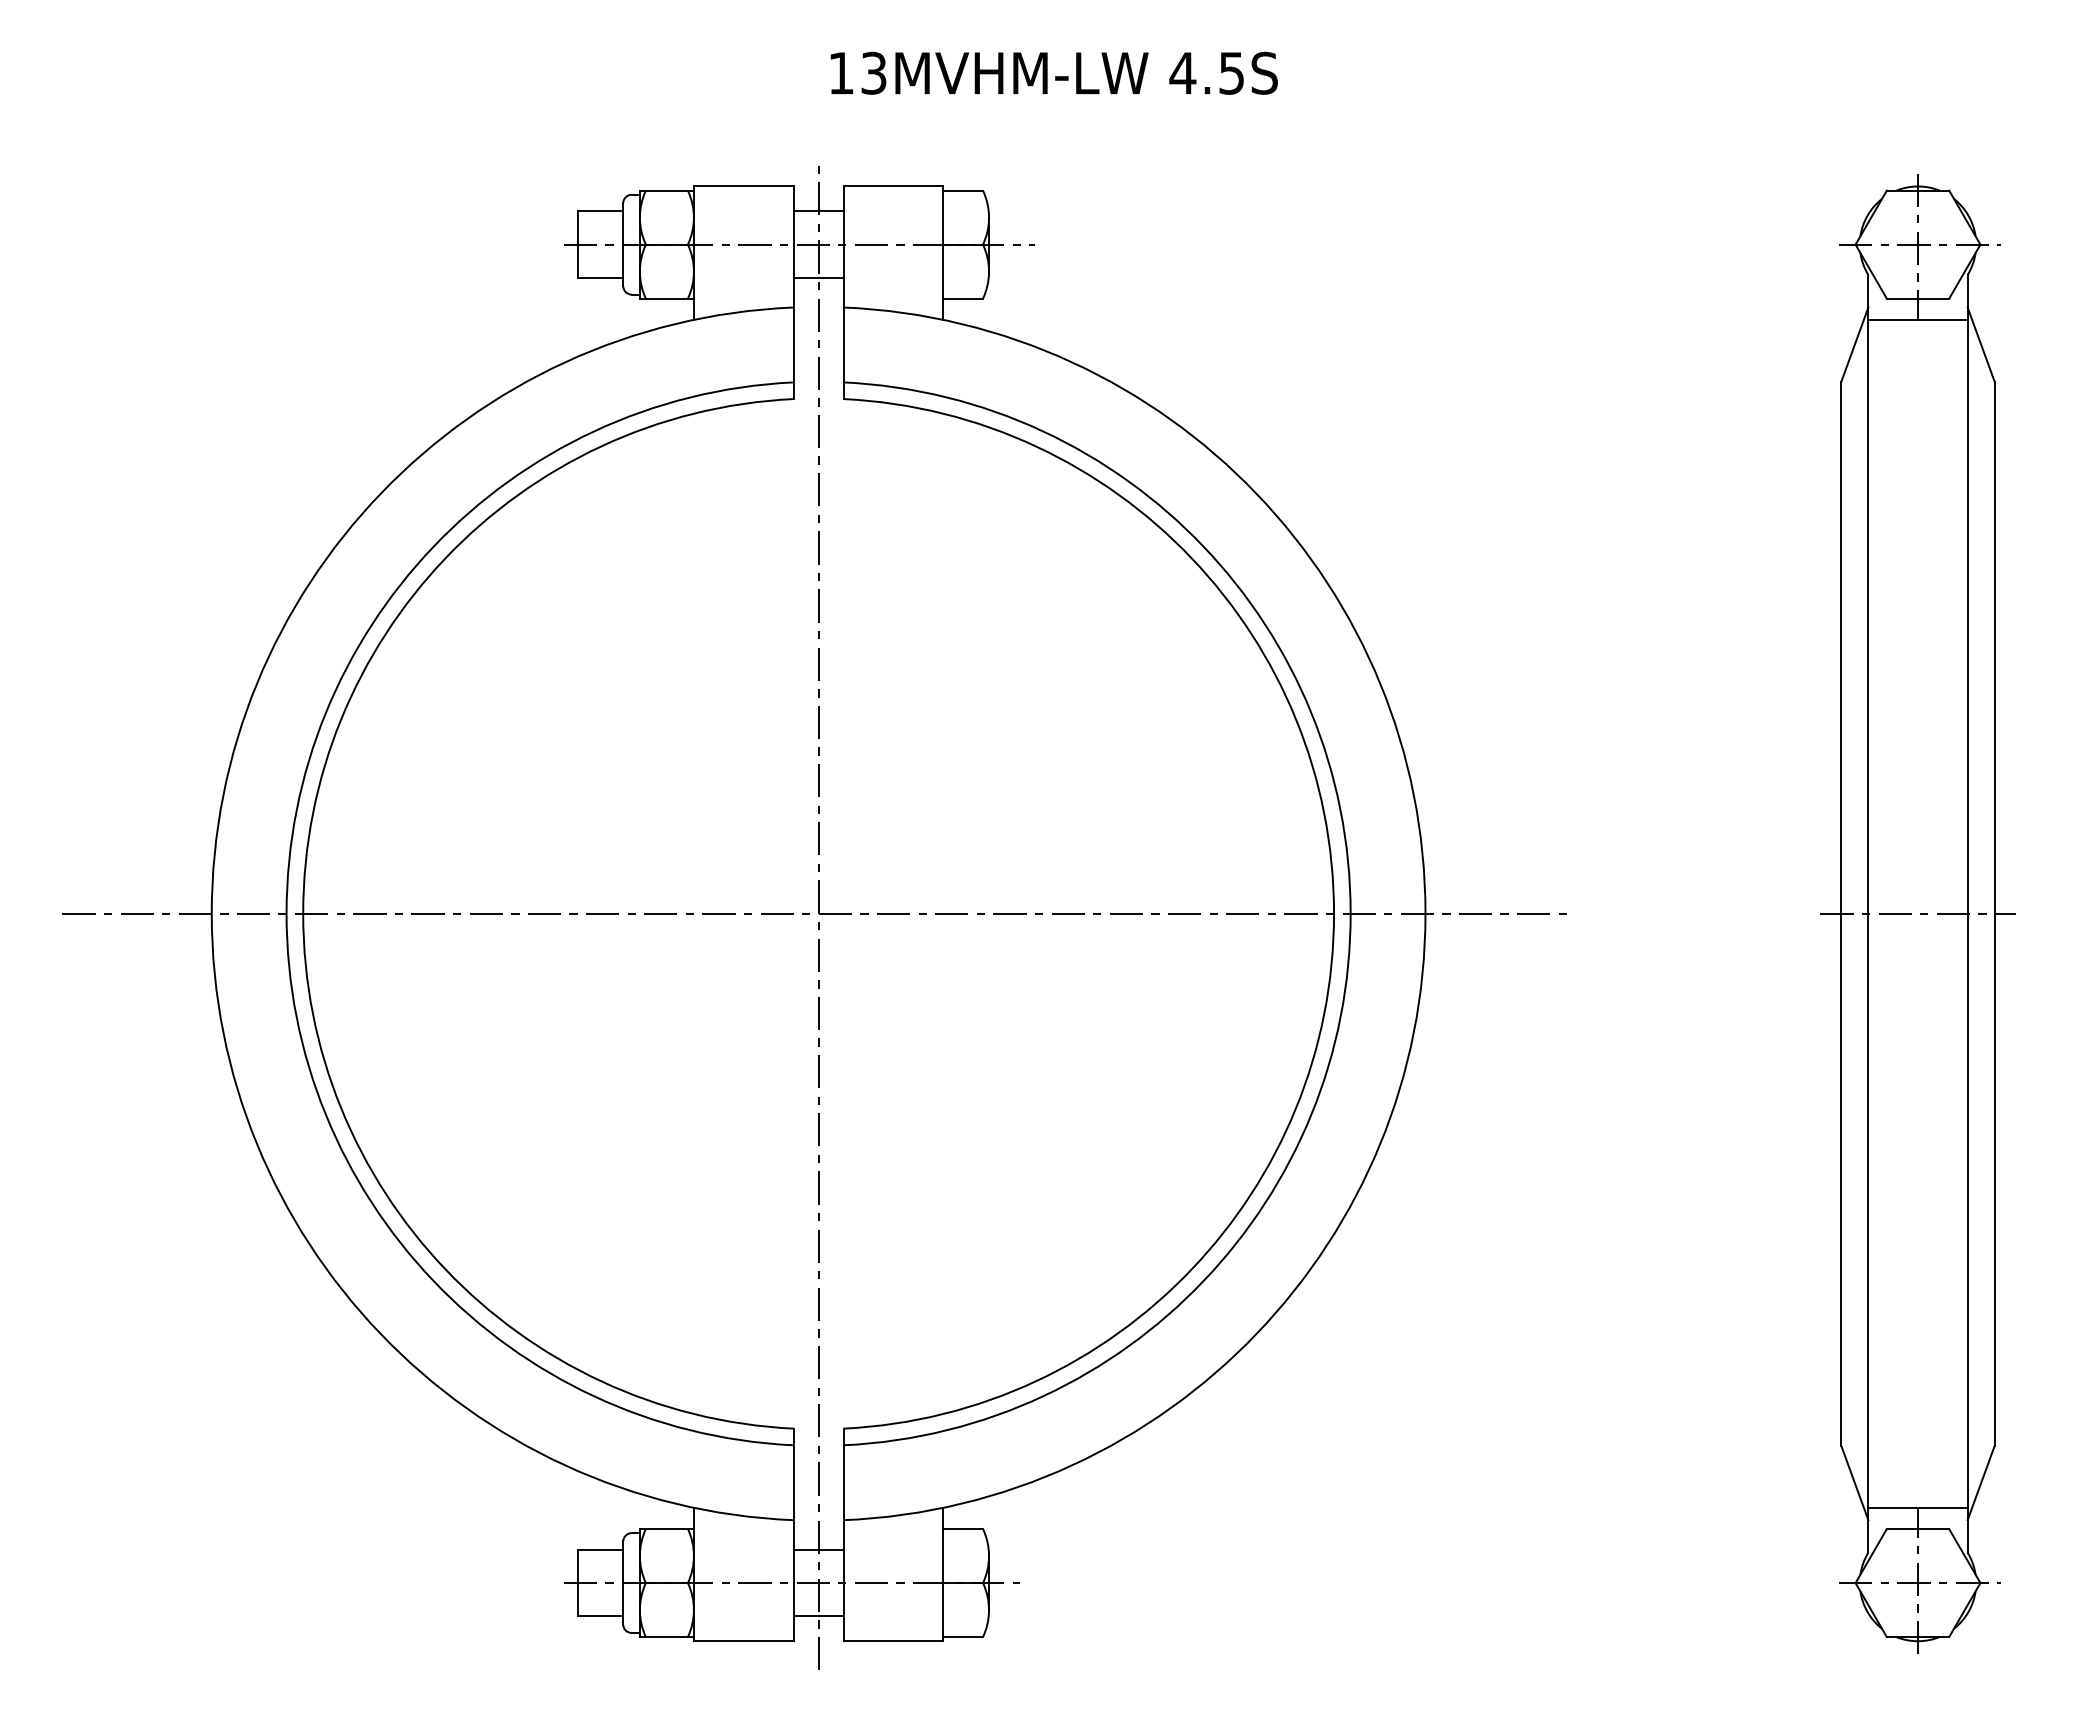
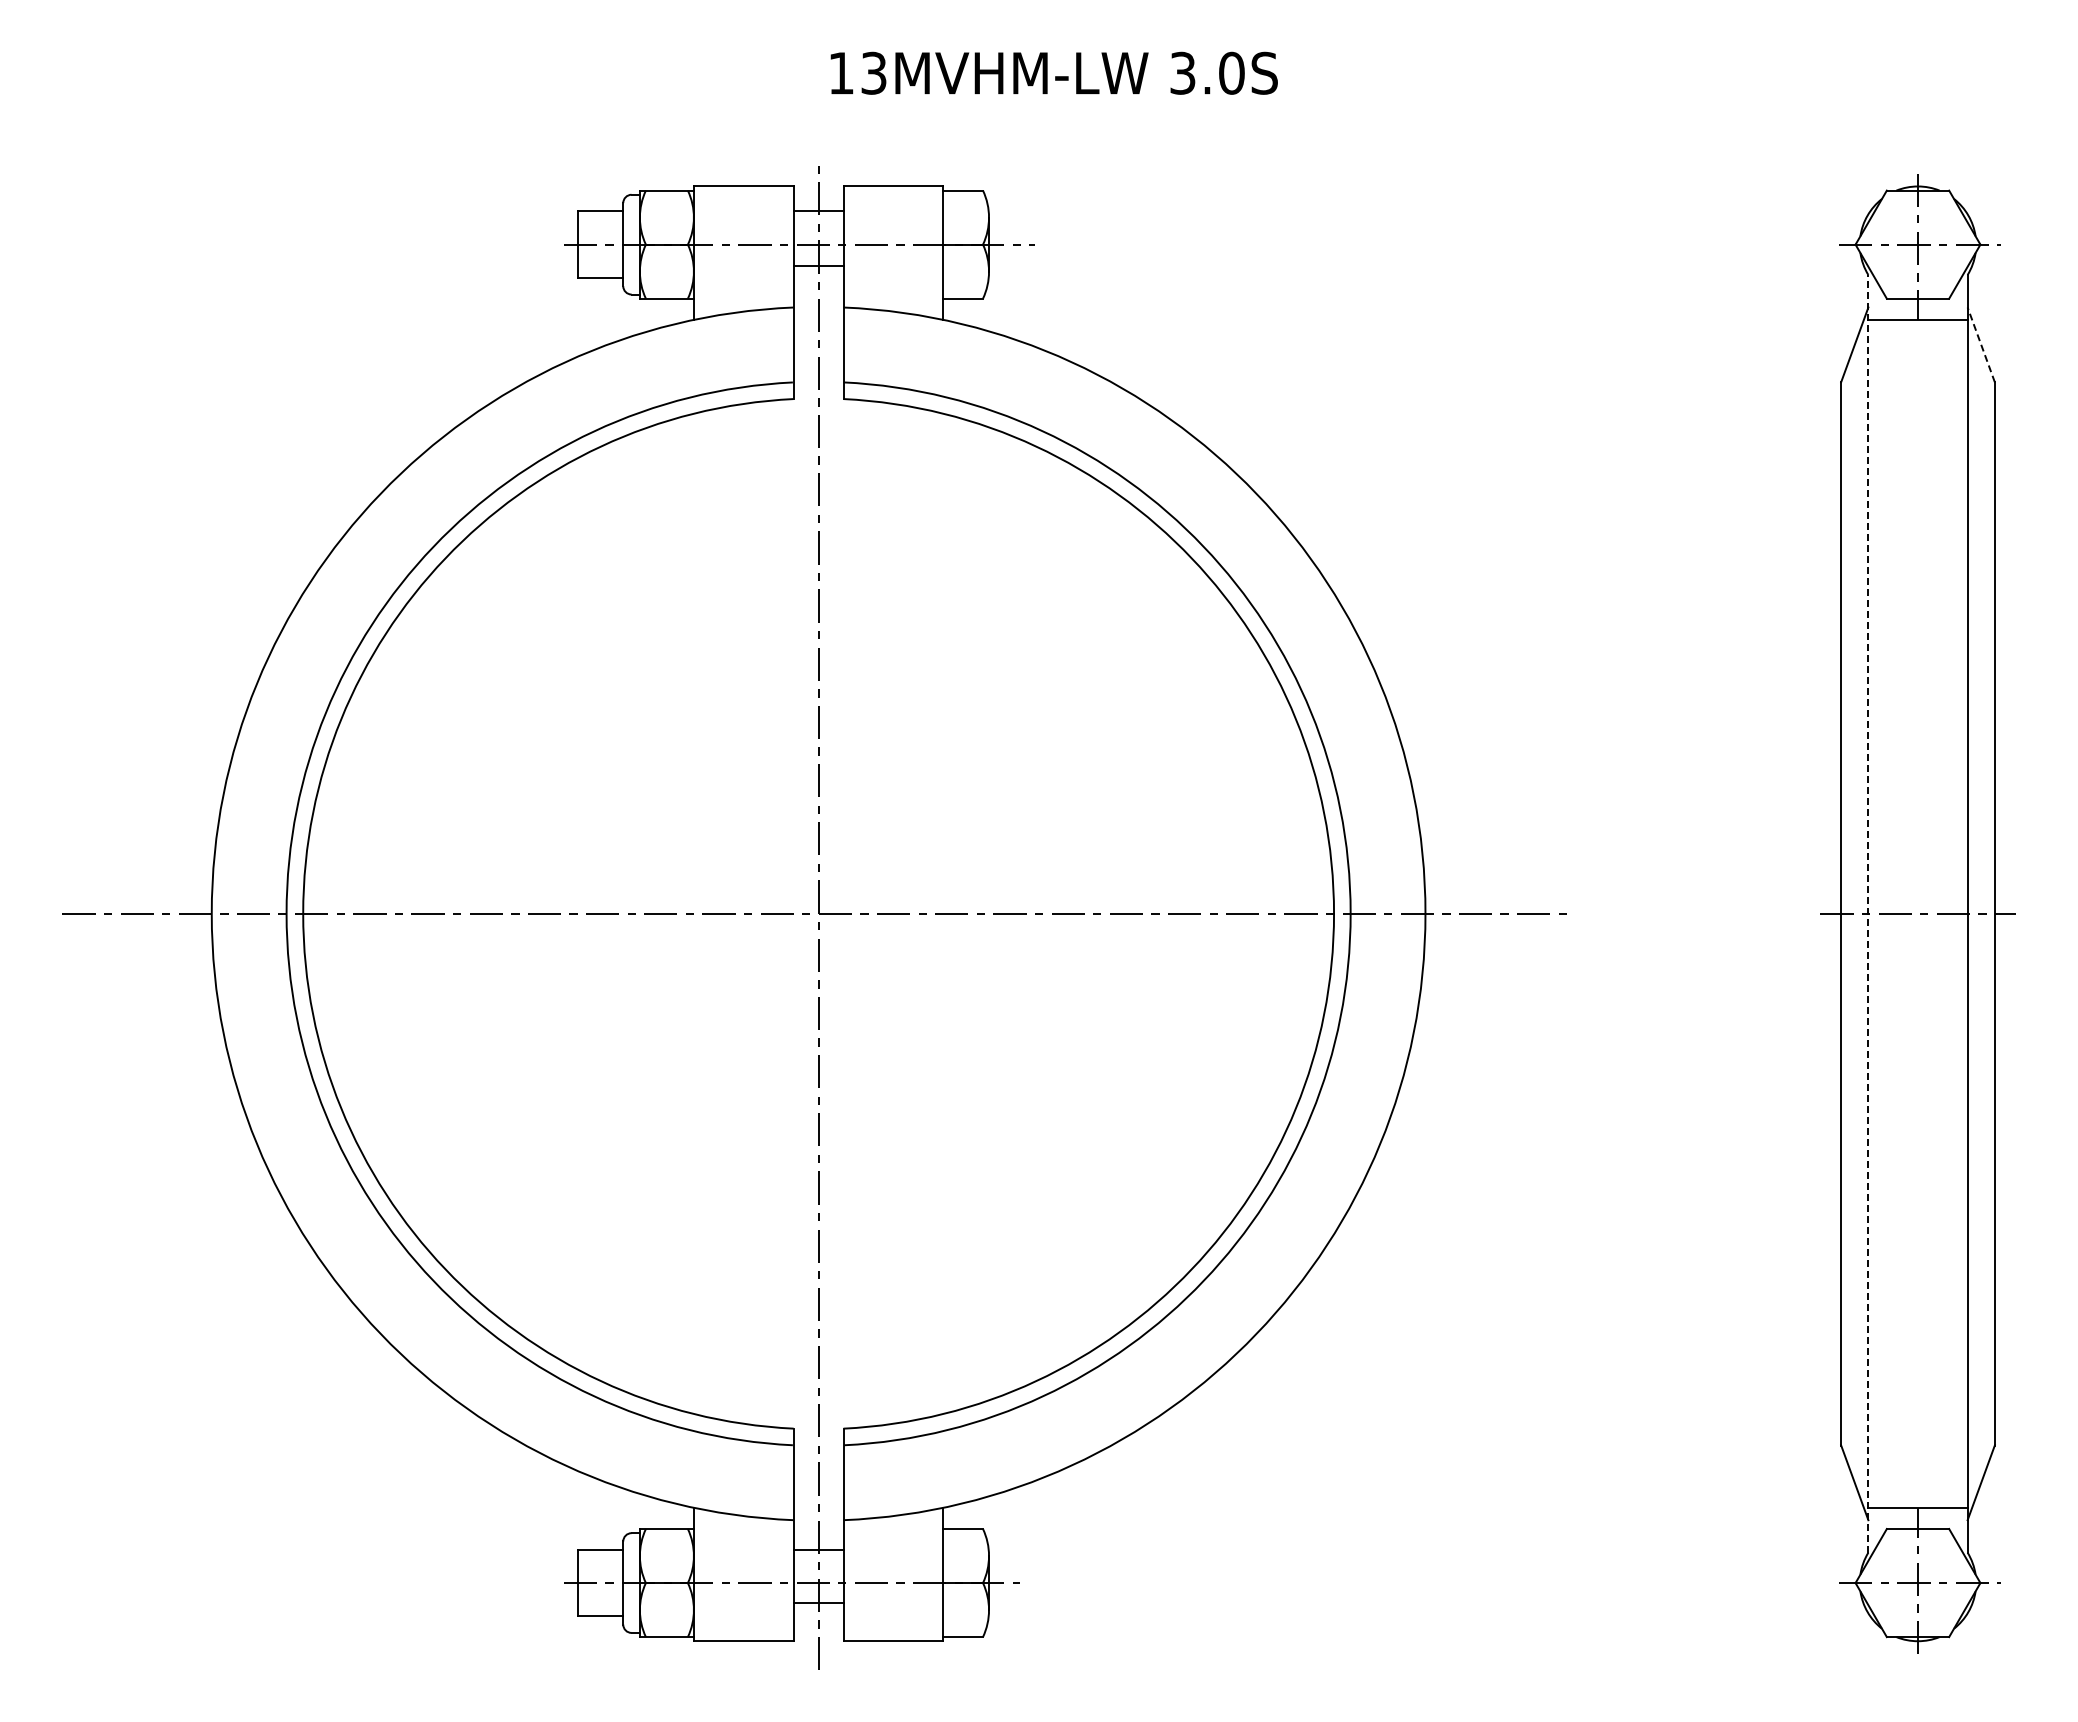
text at (1206, 72): 4.5S -> 3.0S
line at (818, 277) position: (818, 277) -> (818, 265)
line at (1981, 344): solid -> dashed
line at (1868, 913): solid -> dashed
line at (818, 1616) position: (818, 1616) -> (818, 1603)
